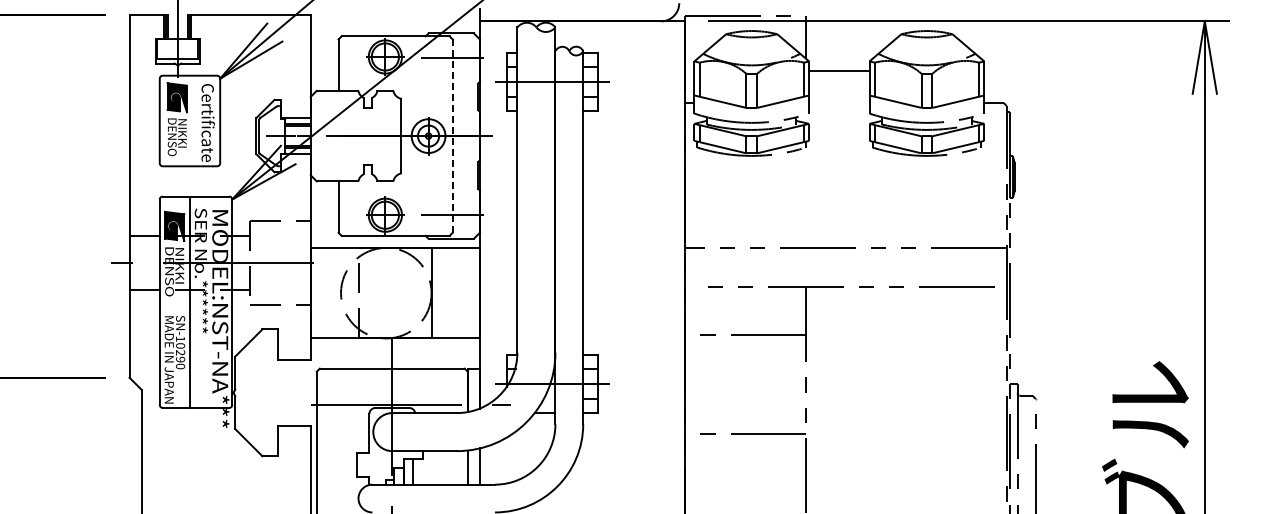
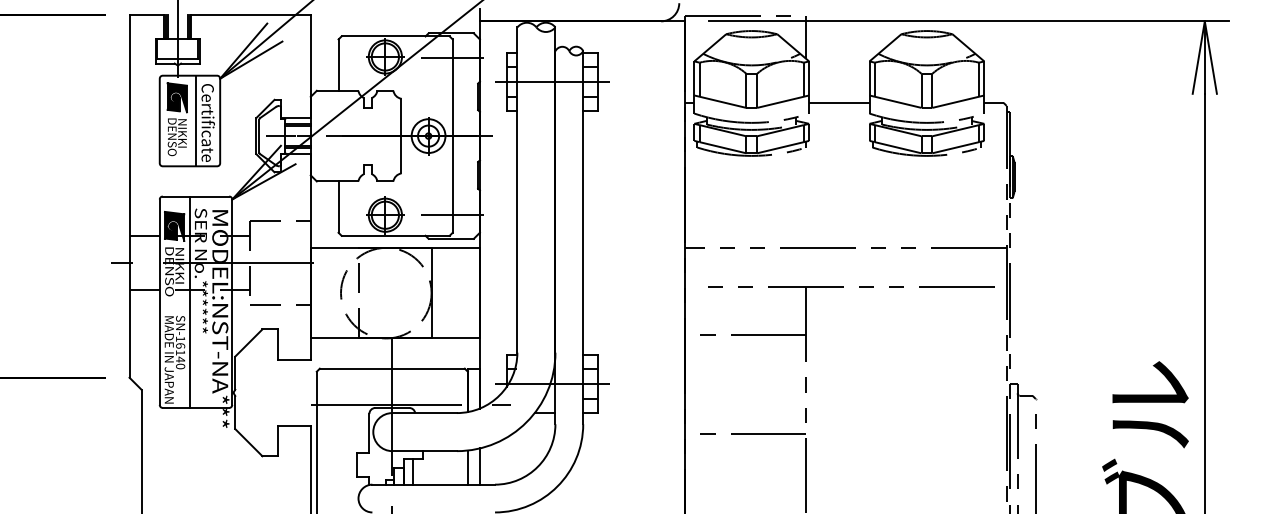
line at (839, 70) position: (839, 70) -> (839, 102)
line at (196, 120): none -> present
line at (452, 136): dashed -> solid
text at (180, 352): SN-10290 -> SN-16140
